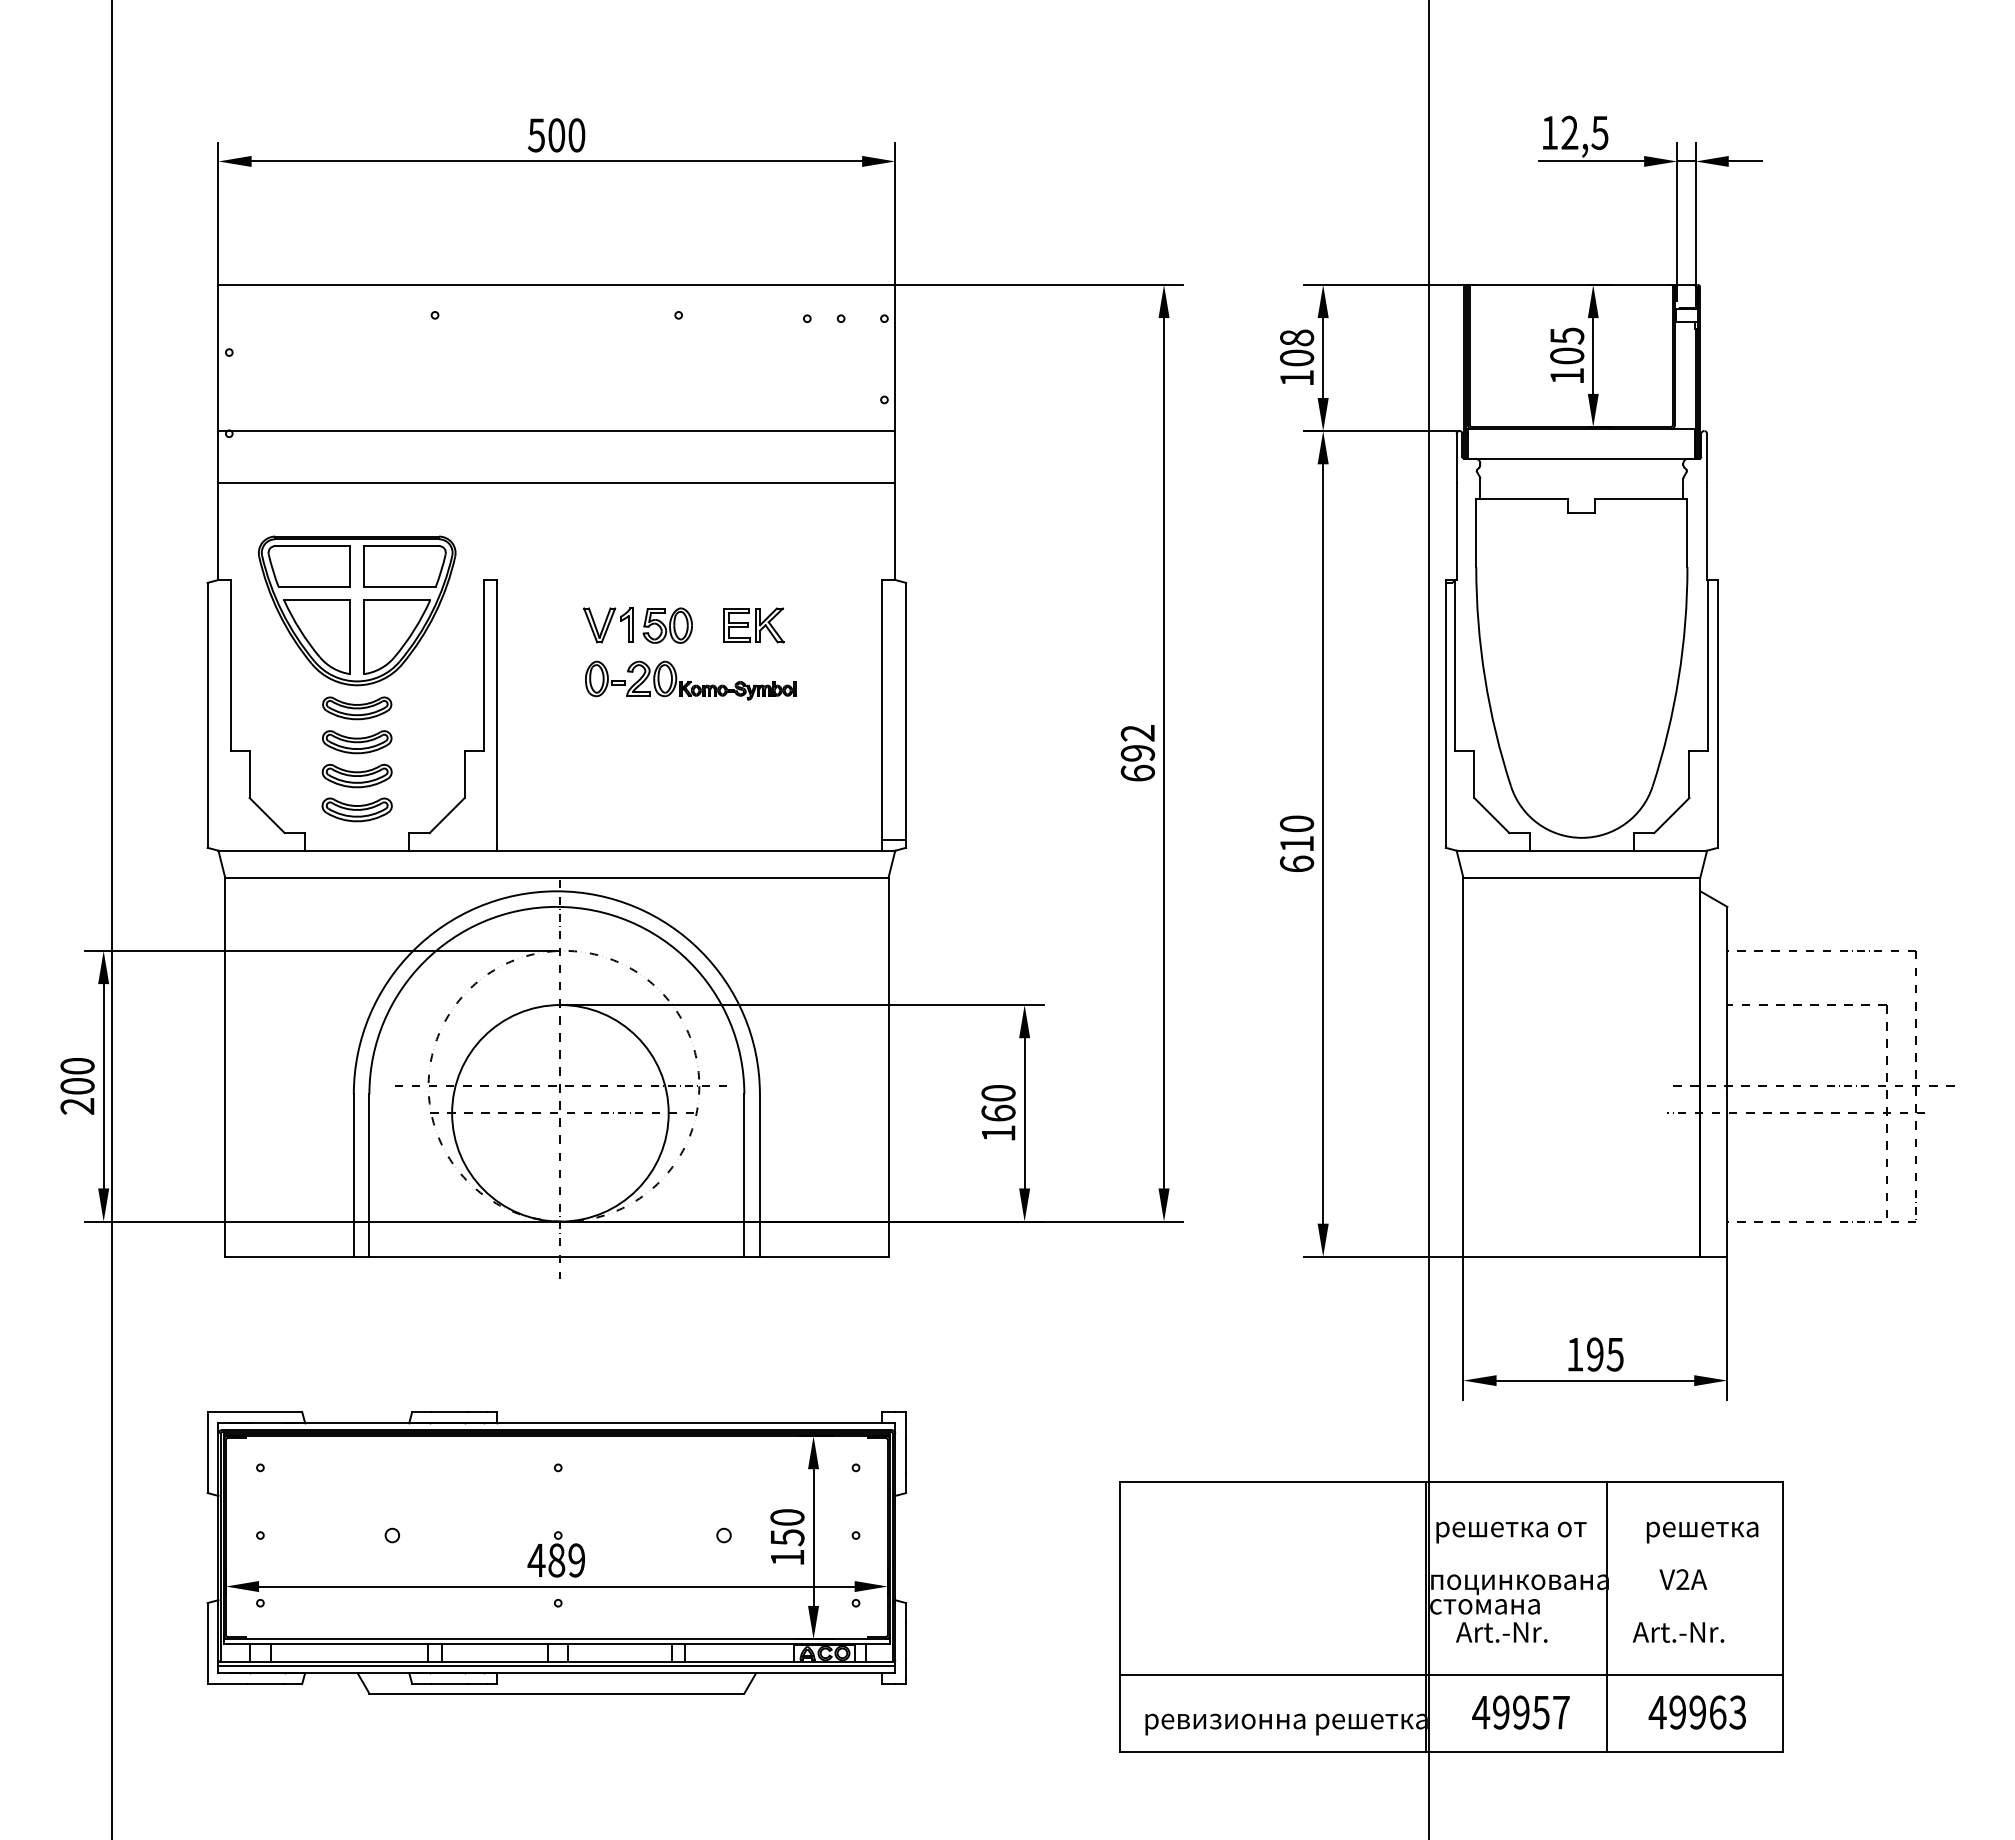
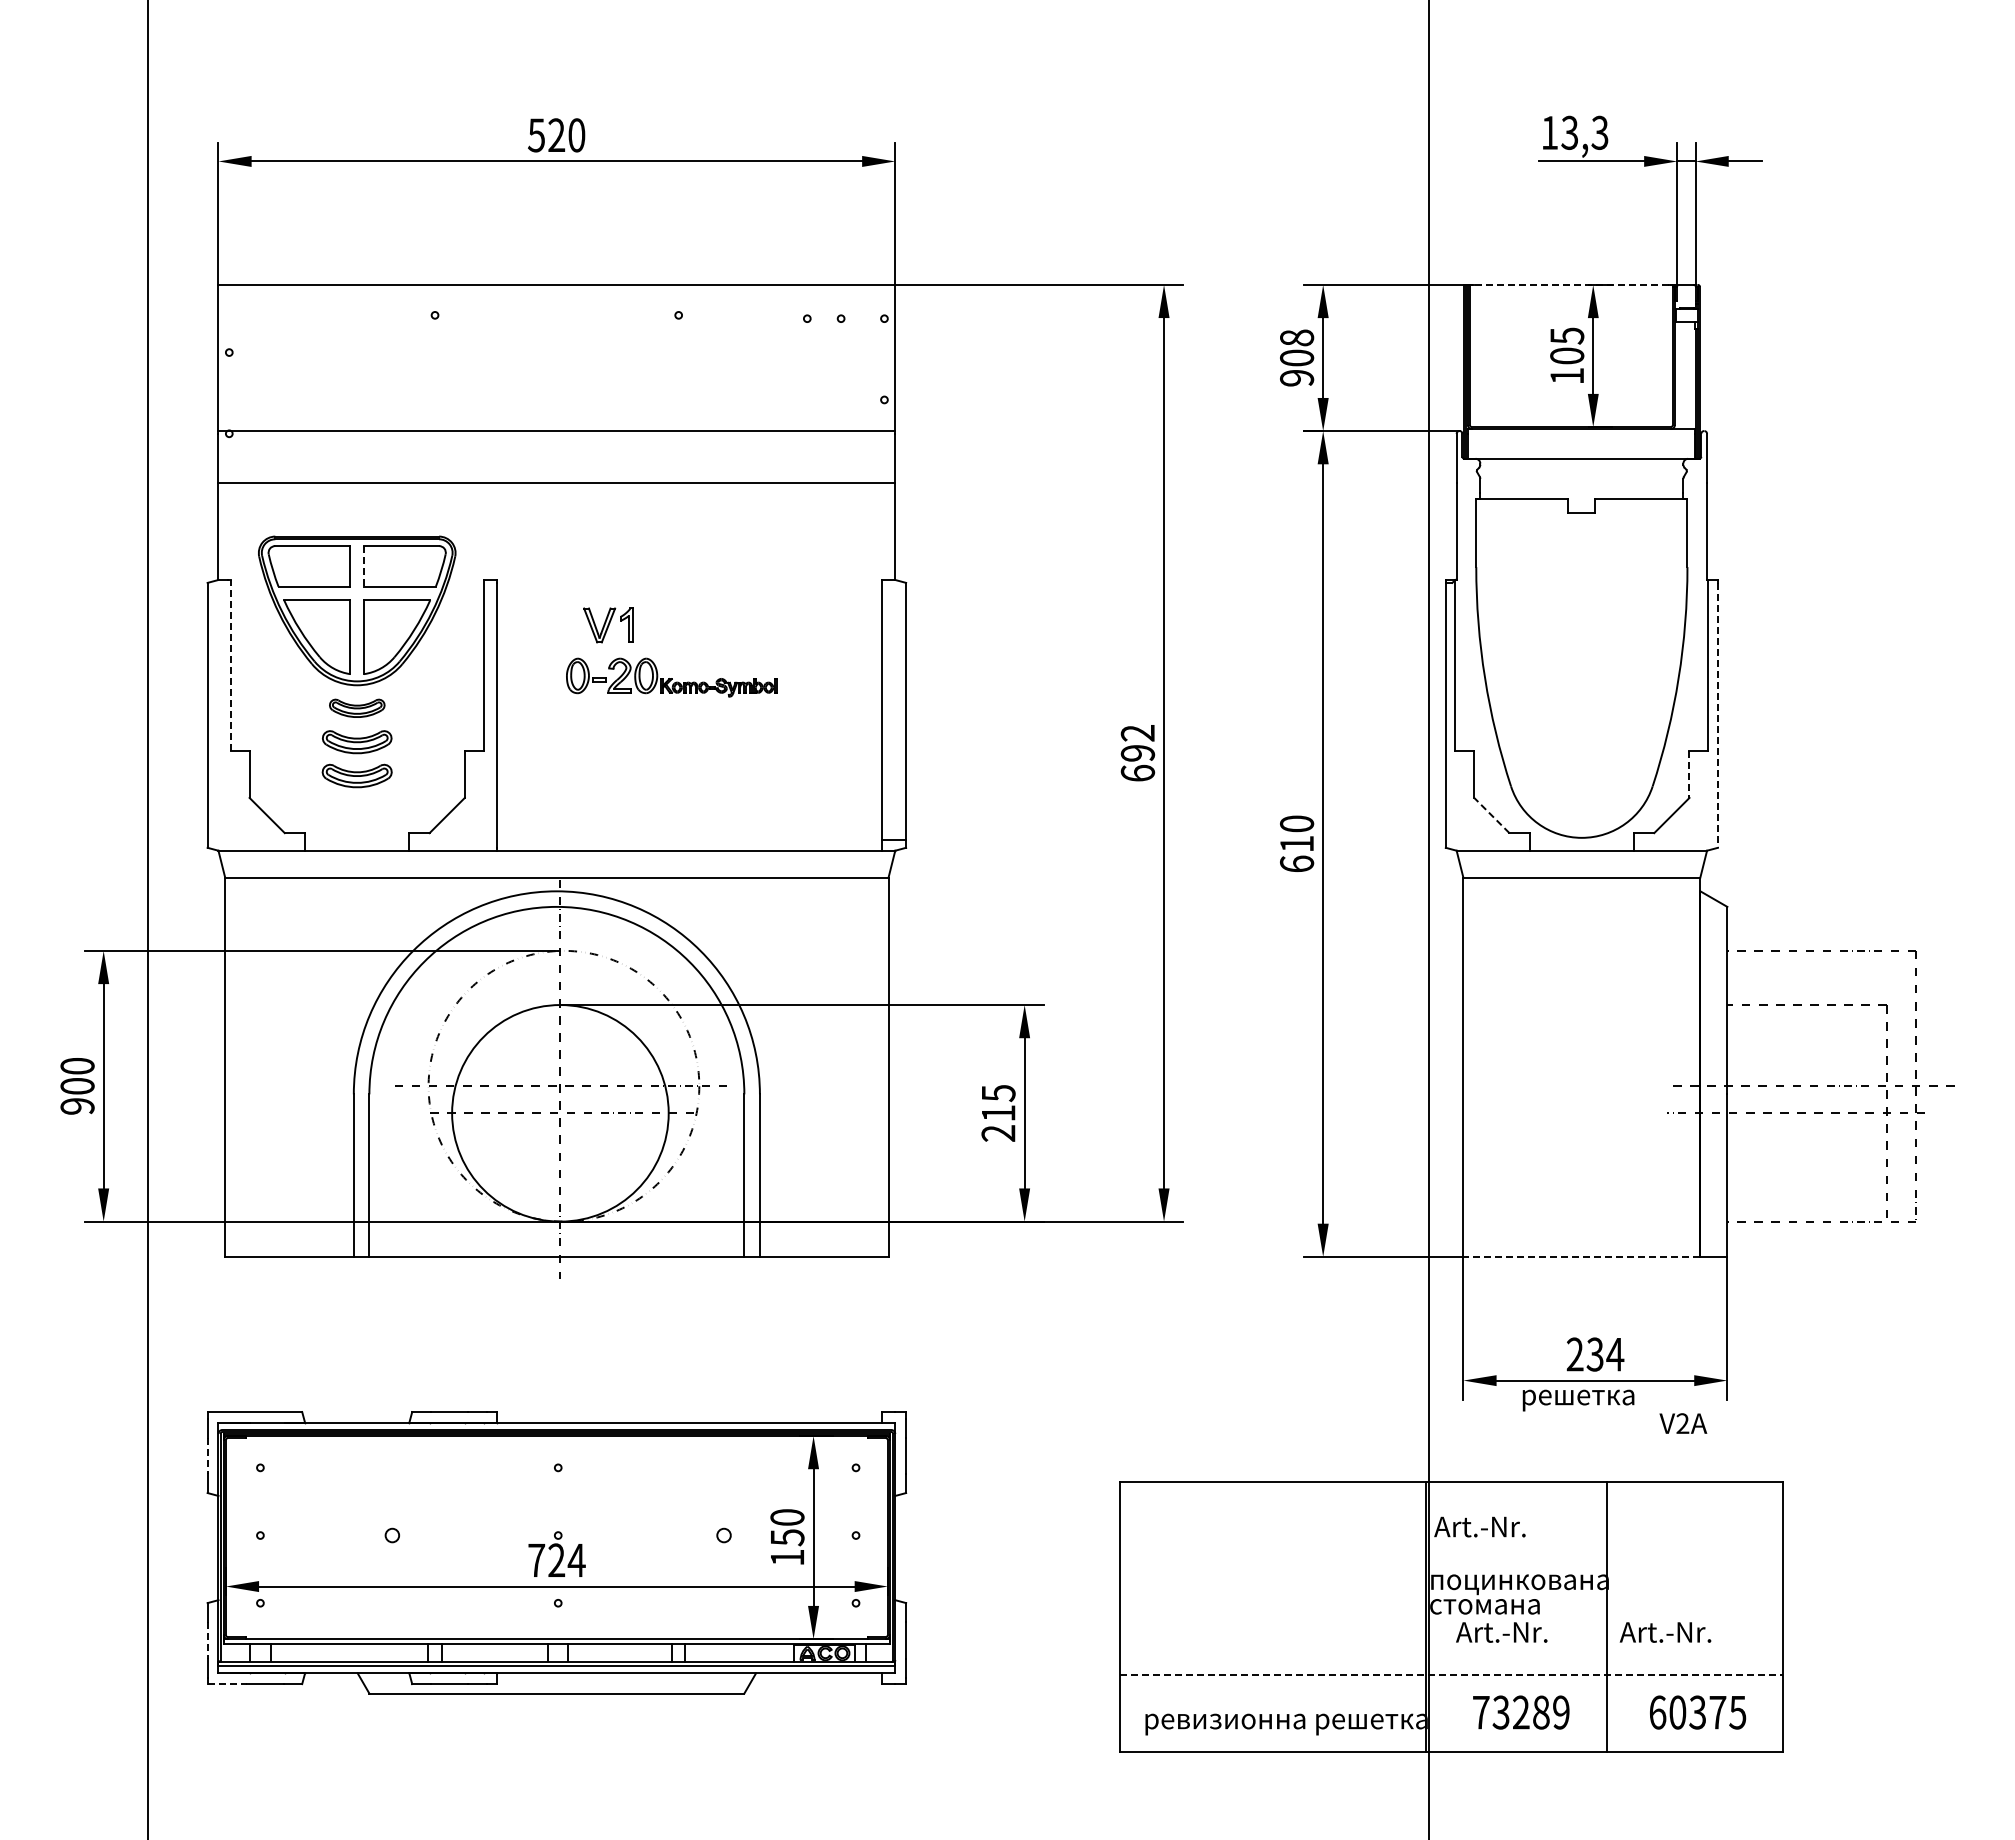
text at (1584, 132): 12,5 -> 13,3
text at (556, 135): 500 -> 520
line at (1570, 284): solid -> dashed
text at (1297, 378): 108 -> 908
line at (363, 566): solid -> dashed
part at (667, 625): present -> none
part at (753, 625): present -> none
line at (230, 664): solid -> dashed
part at (690, 680) position: (690, 680) -> (671, 677)
part at (357, 708) size: 71x25 px -> 57x20 px
line at (1717, 715): solid -> dashed
line at (1689, 774): solid -> dashed
part at (356, 809): present -> none
line at (1491, 815): solid -> dashed
line at (111, 919) position: (111, 919) -> (147, 919)
text at (77, 1106): 200 -> 900
text at (998, 1113): 160 -> 215
line at (1581, 1256): solid -> dashed
text at (1595, 1354): 195 -> 234
line at (207, 1456): solid -> dashed
text at (1510, 1529): рeшетка от -> Art.-Nr.
text at (1702, 1532) position: (1702, 1532) -> (1578, 1400)
text at (556, 1560): 489 -> 724
text at (1683, 1579) position: (1683, 1579) -> (1683, 1423)
text at (1678, 1632) position: (1678, 1632) -> (1665, 1632)
line at (207, 1640): solid -> dashed
line at (1451, 1674): solid -> dashed
line at (227, 1684): solid -> dashed
text at (1520, 1712): 49957 -> 73289
text at (1697, 1712): 49963 -> 60375
